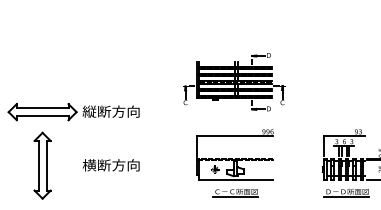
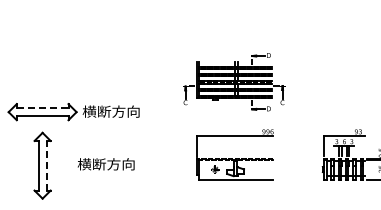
line at (42, 108): solid -> dashed
text at (88, 111): 縦断方向 -> 横断方向
line at (46, 165): solid -> dashed
text at (110, 165) position: (110, 165) -> (105, 164)
part at (235, 192): present -> none
part at (346, 192): present -> none
